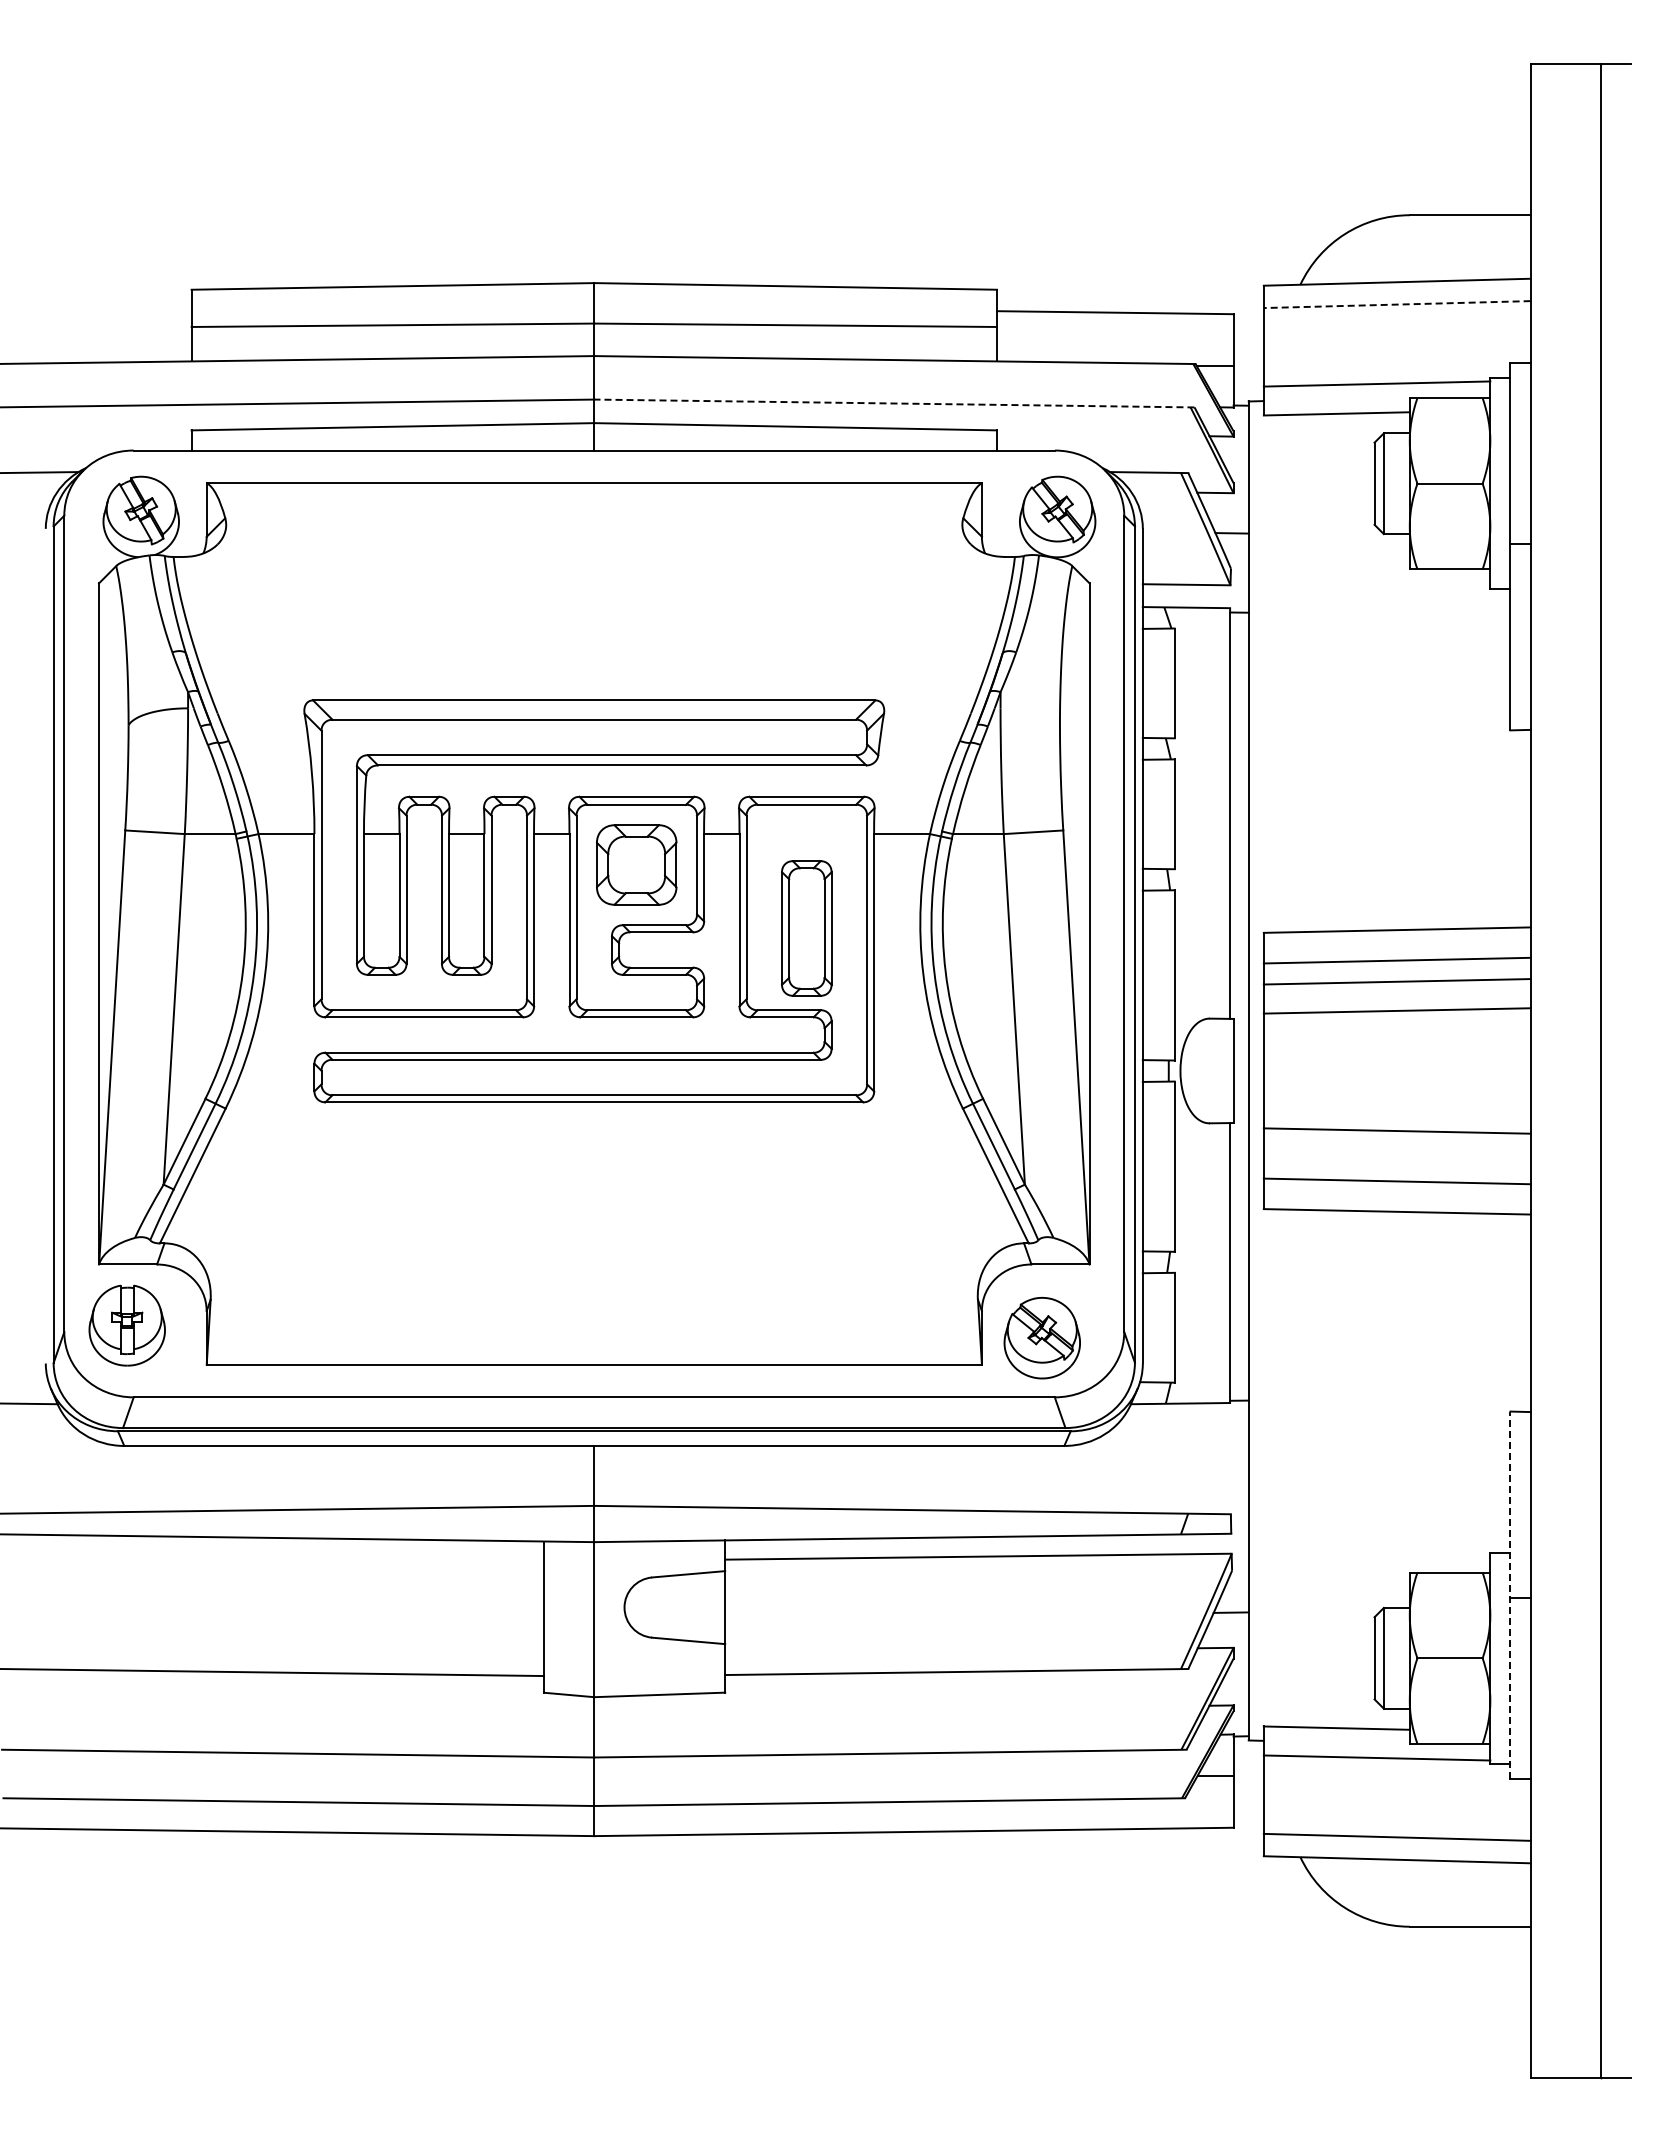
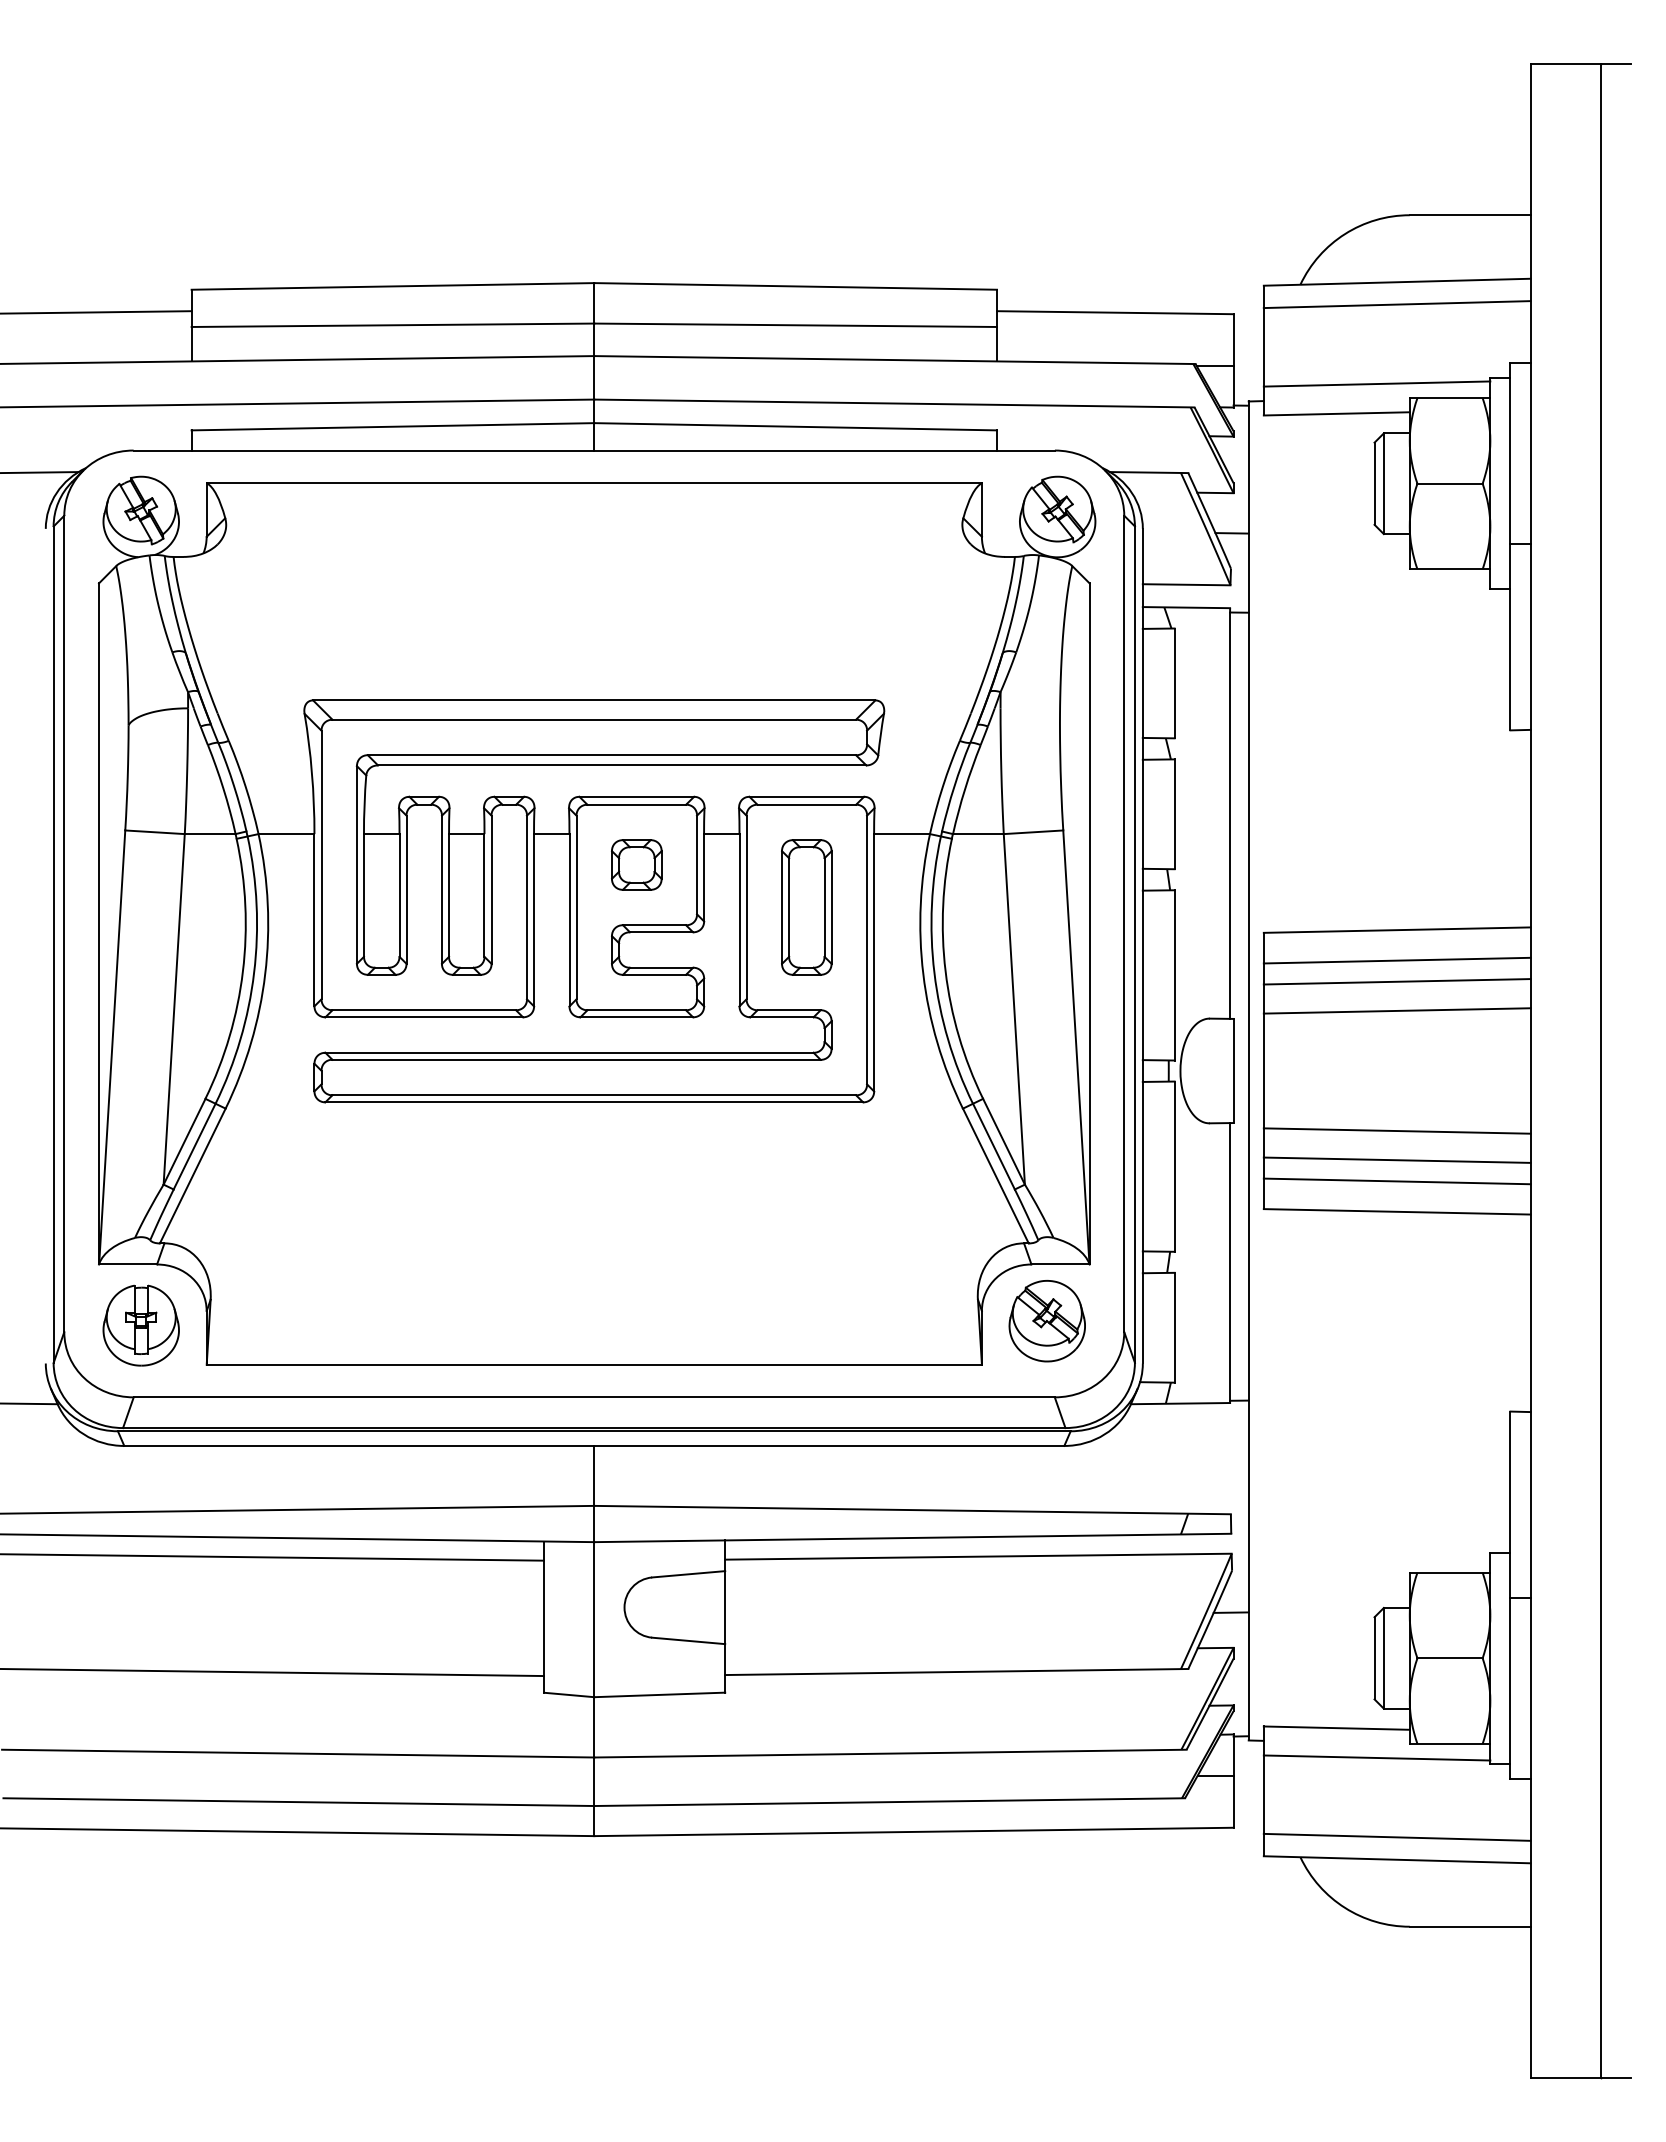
line at (1396, 304): dashed -> solid
line at (96, 312): none -> present
line at (893, 403): dashed -> solid
part at (636, 864) size: 82x82 px -> 52x52 px
part at (806, 928) position: (806, 928) -> (806, 907)
line at (1396, 1159): none -> present
part at (126, 1325) position: (126, 1325) -> (140, 1325)
part at (1041, 1338) position: (1041, 1338) -> (1046, 1321)
line at (272, 1557): none -> present
line at (1510, 1595): dashed -> solid
